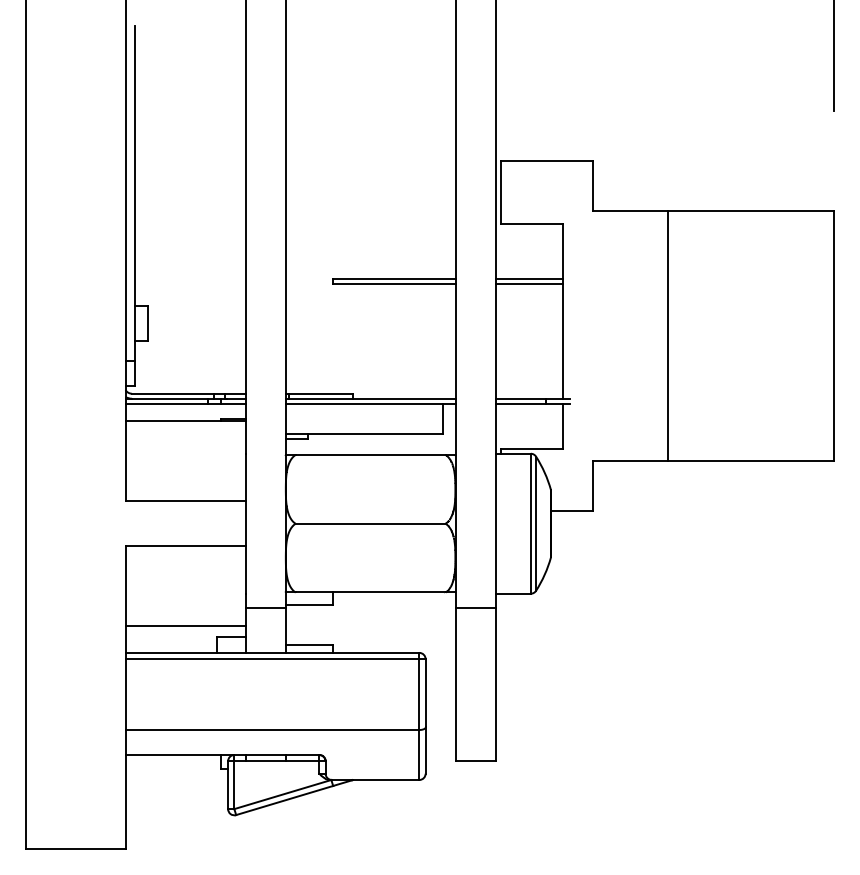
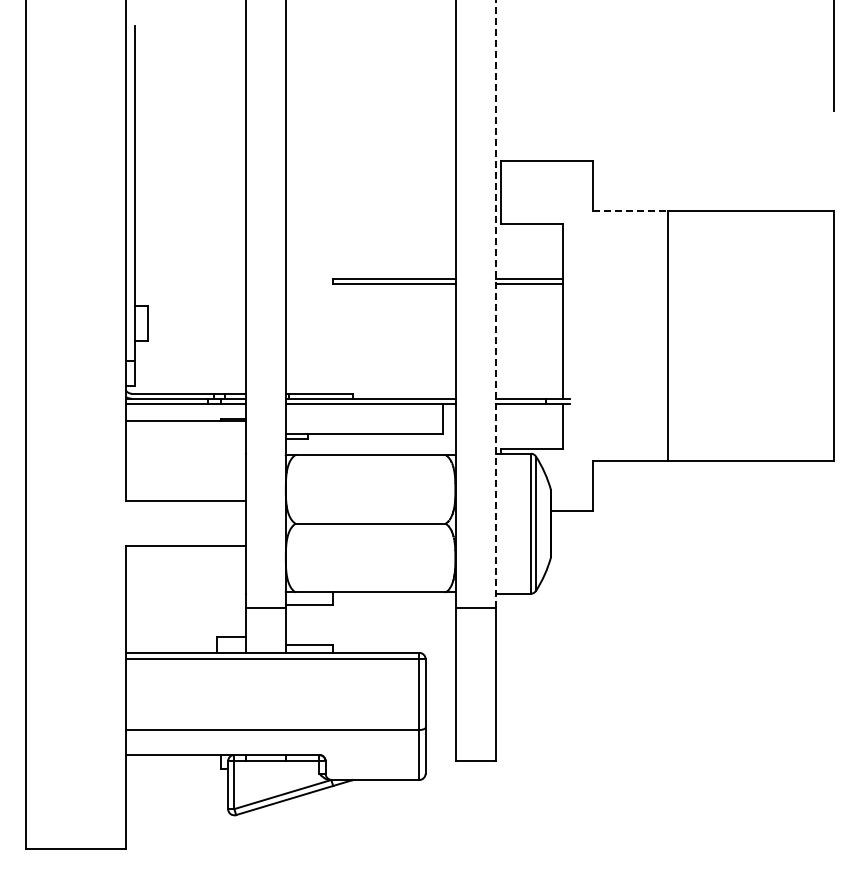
line at (630, 211): solid -> dashed
line at (495, 304): solid -> dashed
line at (185, 626): present -> none
